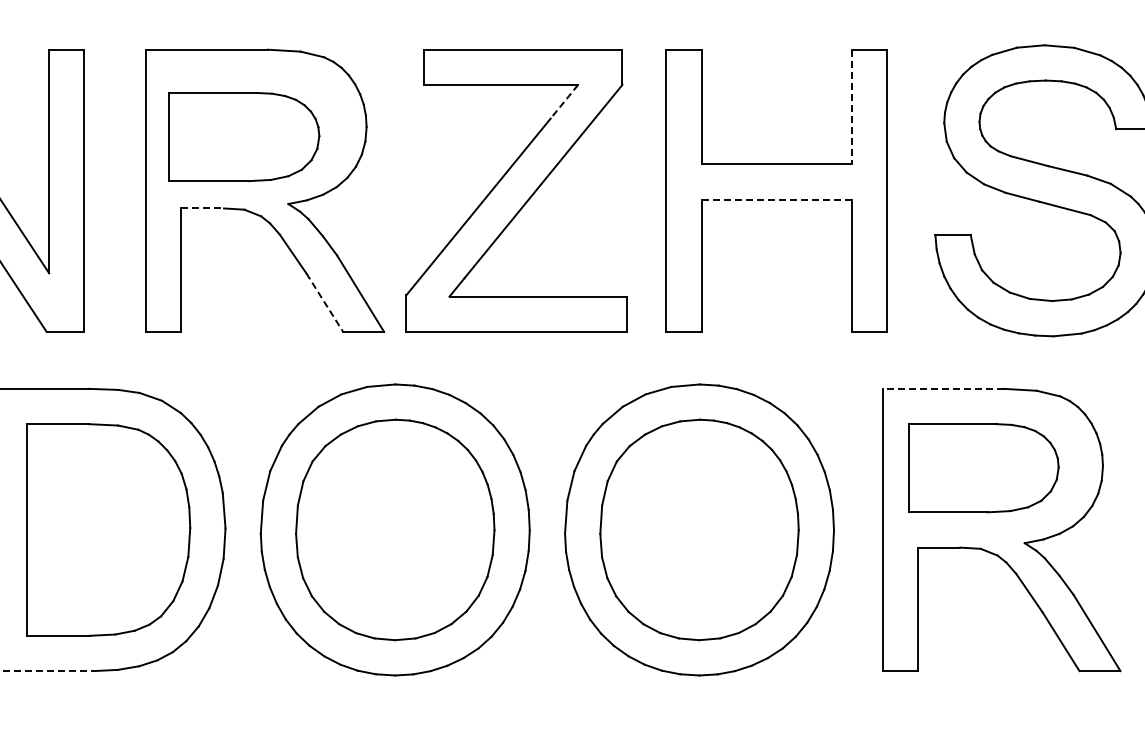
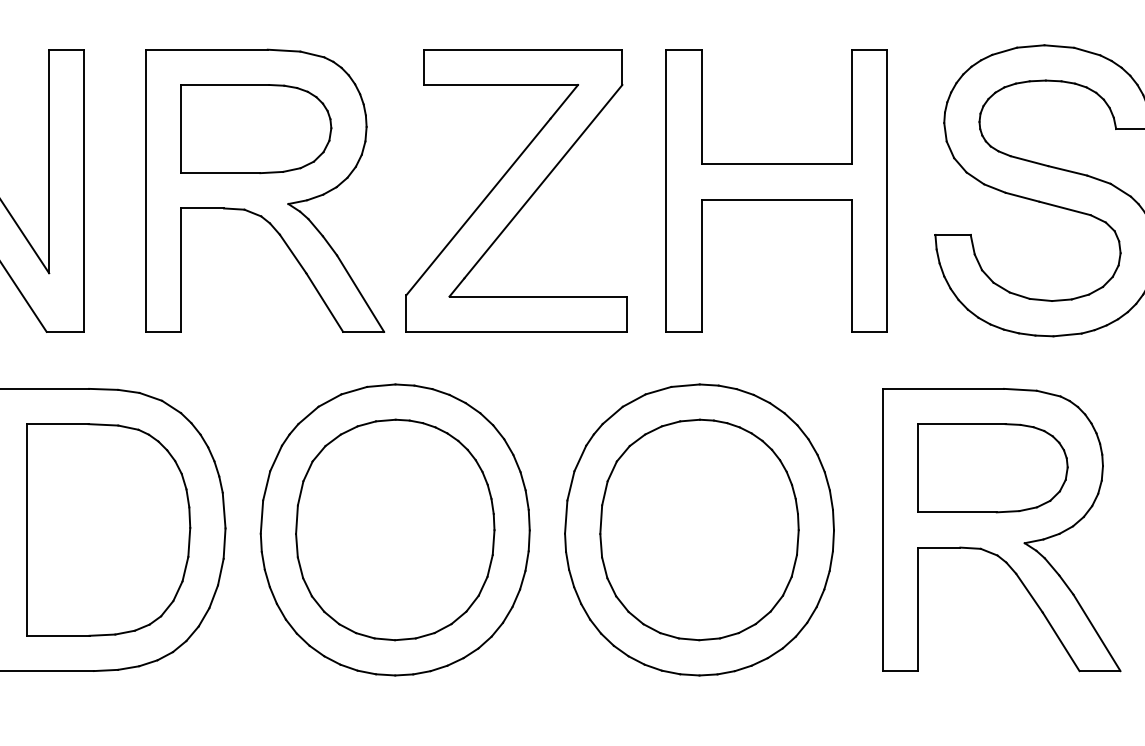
line at (564, 101): dashed -> solid
line at (851, 107): dashed -> solid
part at (244, 137) position: (244, 137) -> (256, 129)
line at (776, 199): dashed -> solid
line at (203, 208): dashed -> solid
line at (324, 302): dashed -> solid
line at (943, 388): dashed -> solid
part at (983, 468) position: (983, 468) -> (992, 468)
line at (47, 671): dashed -> solid
